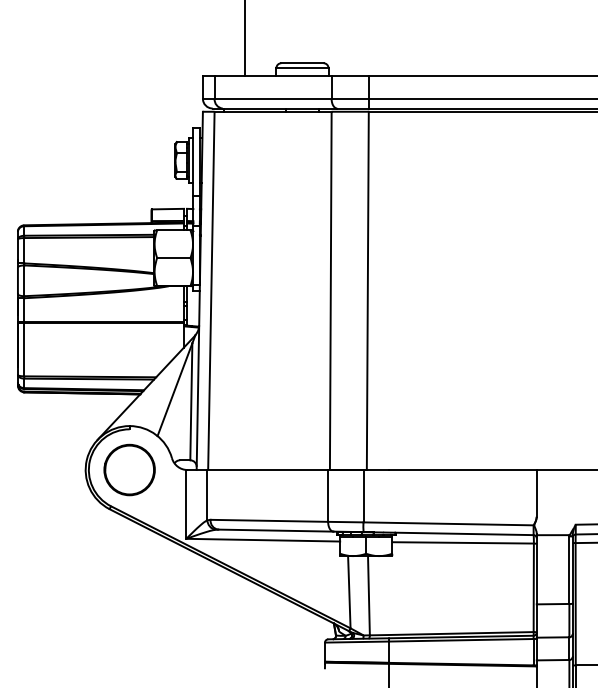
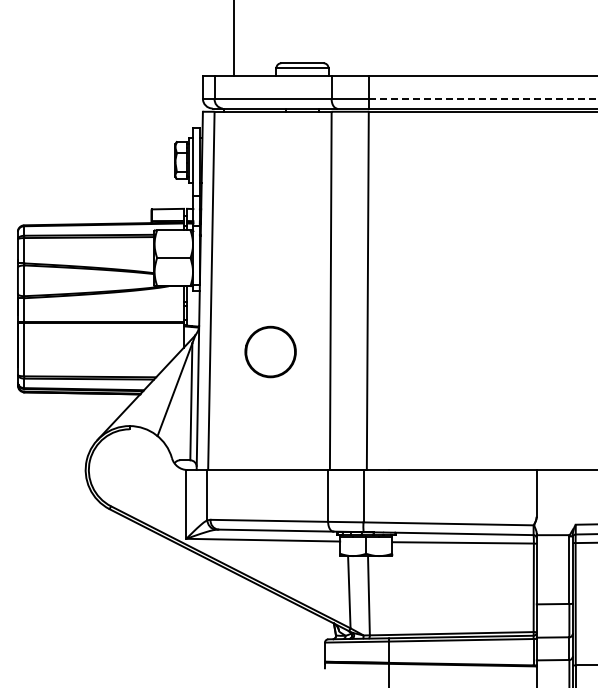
line at (245, 38) position: (245, 38) -> (234, 38)
line at (483, 98): solid -> dashed
part at (129, 469) position: (129, 469) -> (270, 351)
